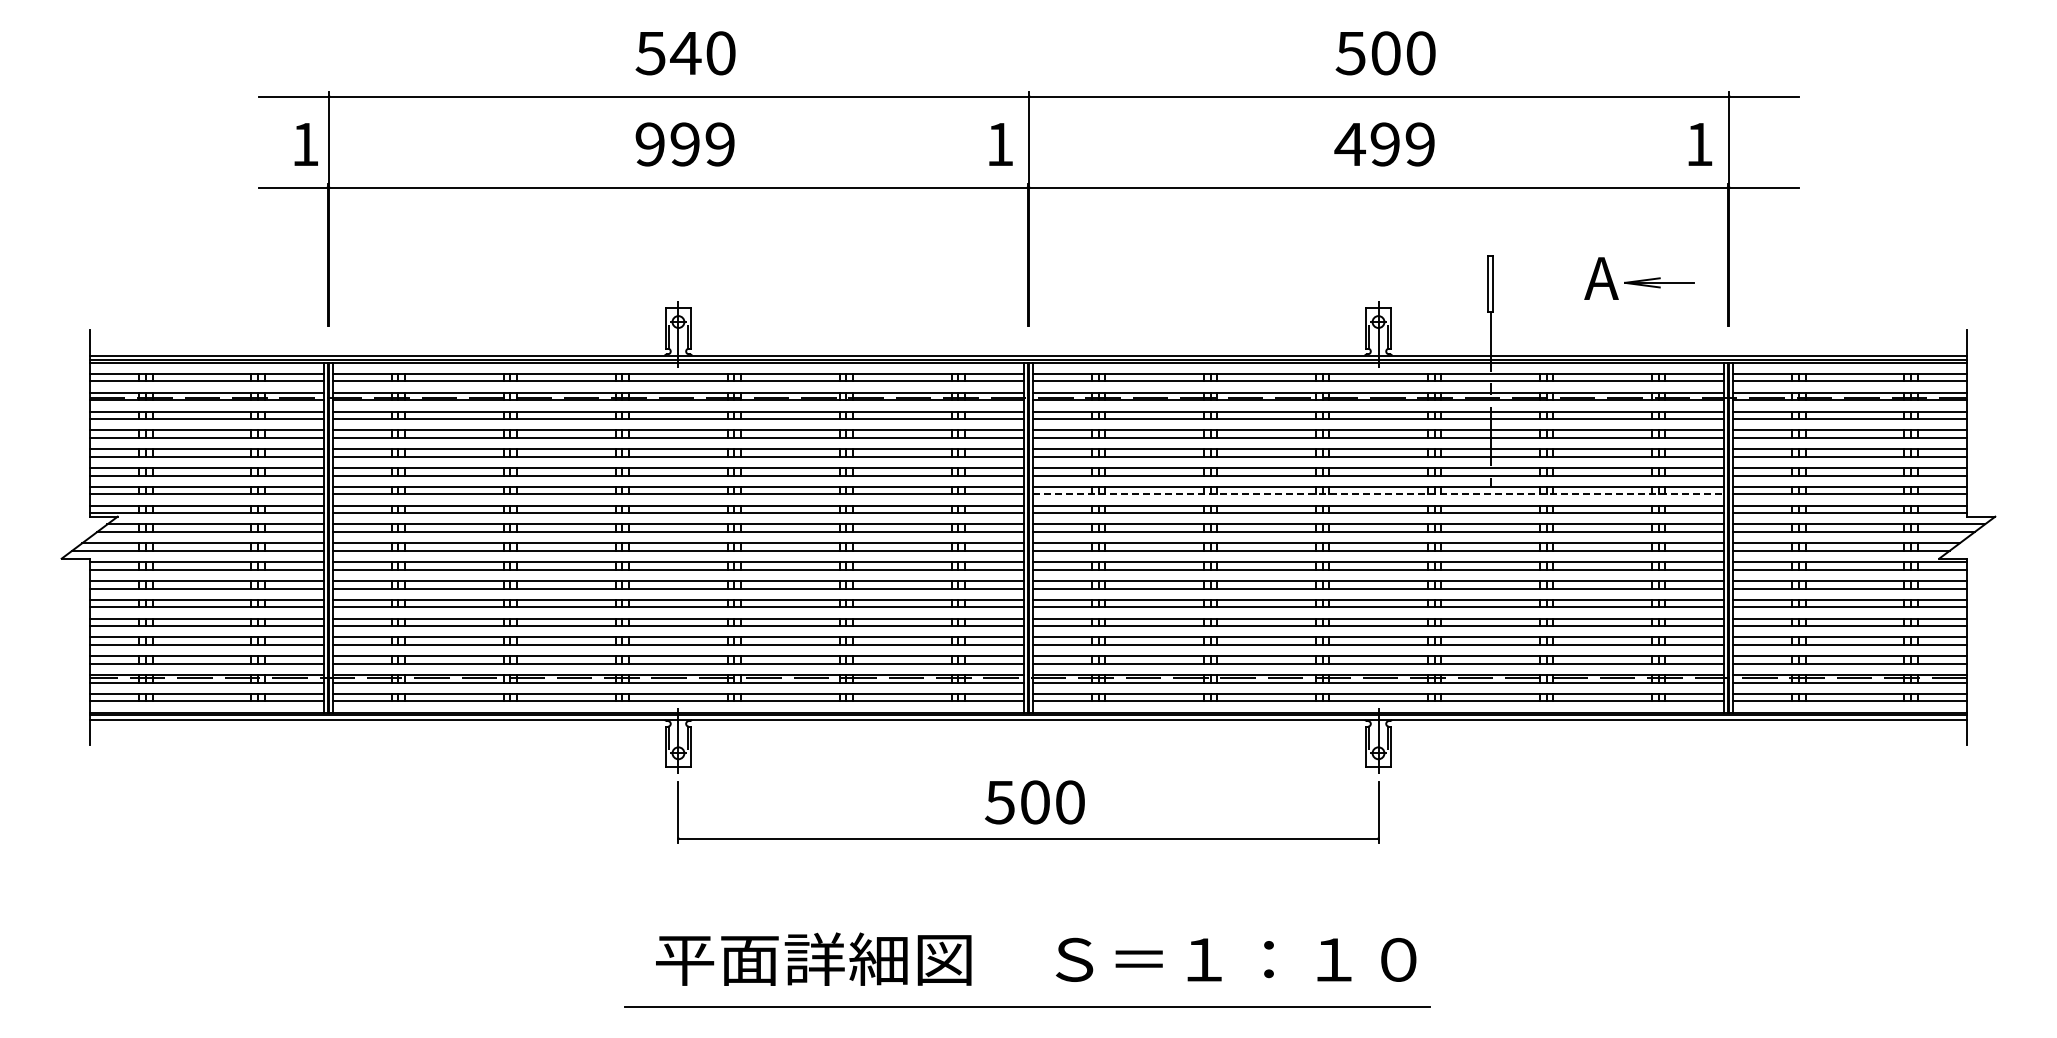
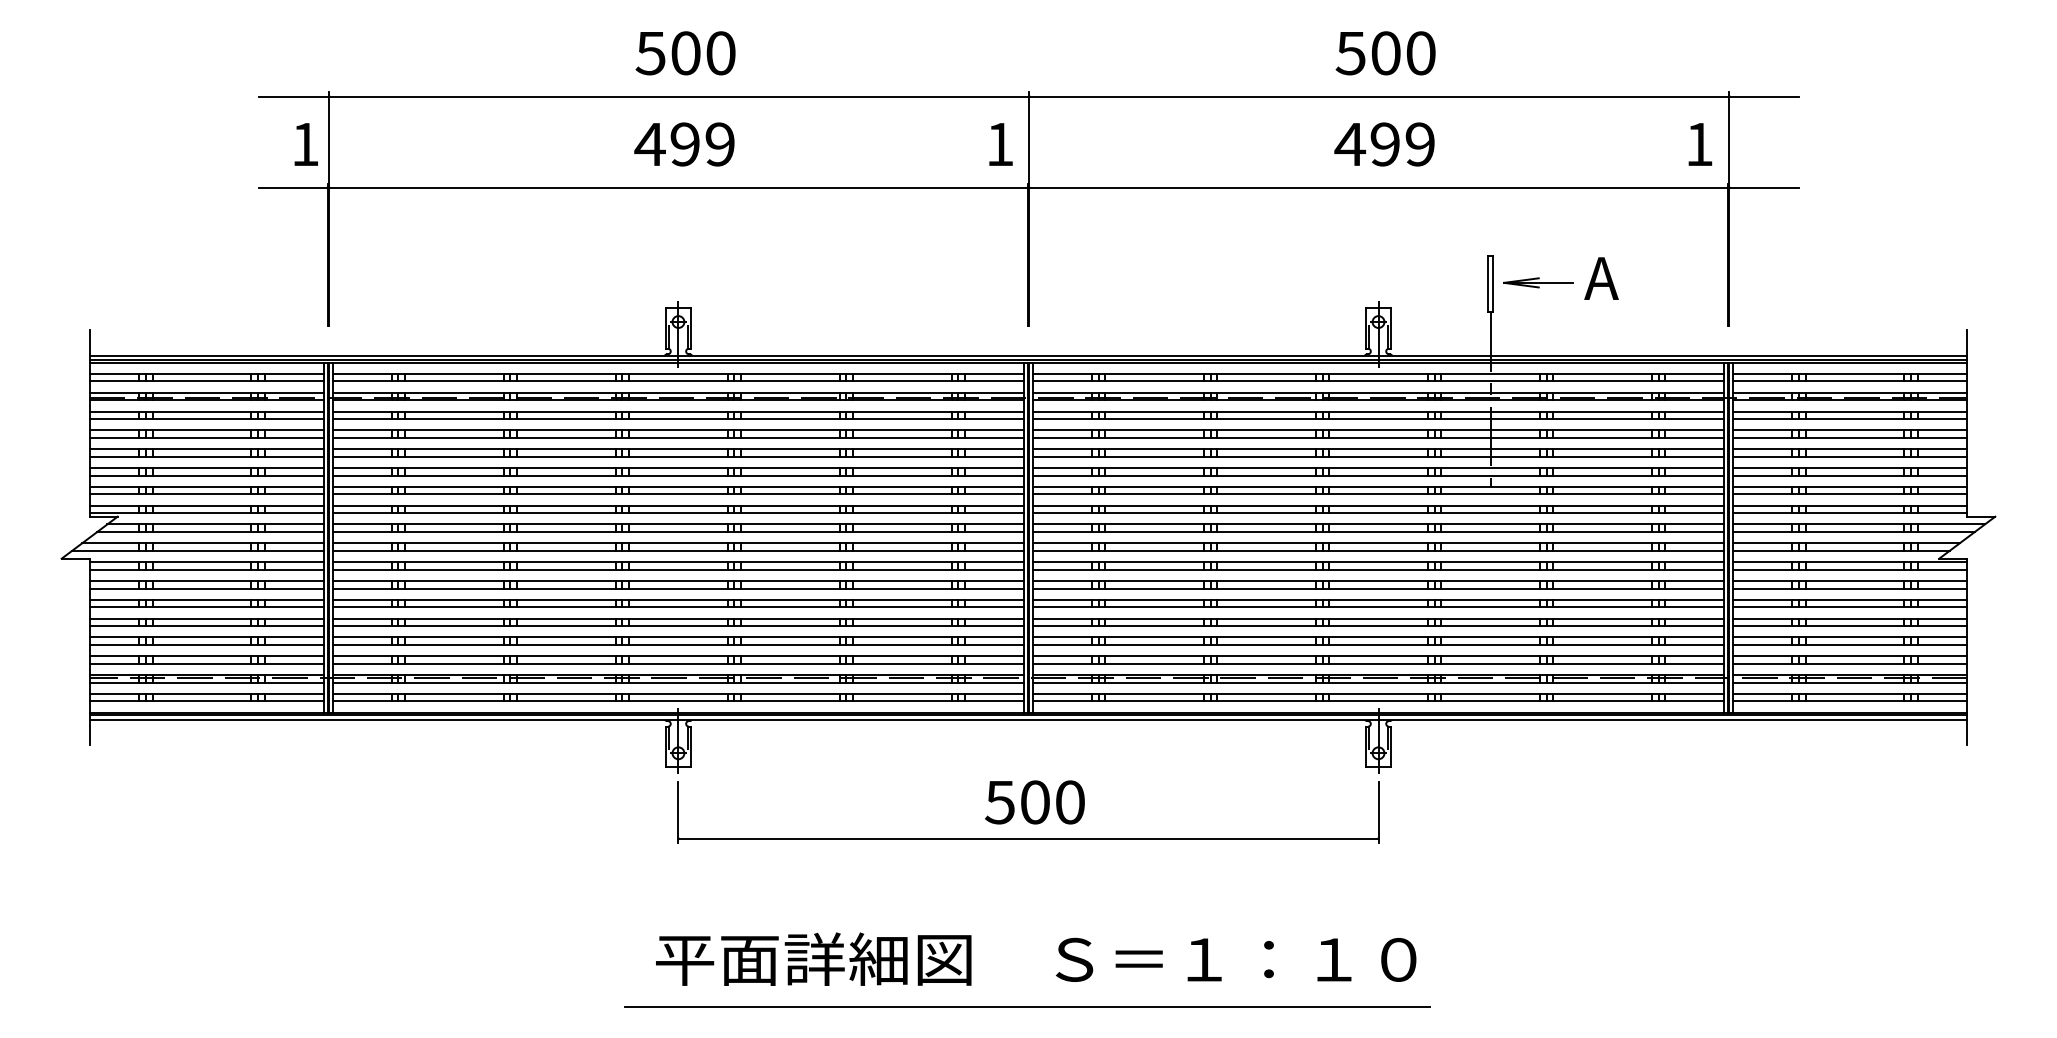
text at (685, 53): 540 -> 500
text at (649, 144): 999 -> 499
part at (1659, 282) position: (1659, 282) -> (1538, 282)
line at (1379, 494): dashed -> solid
